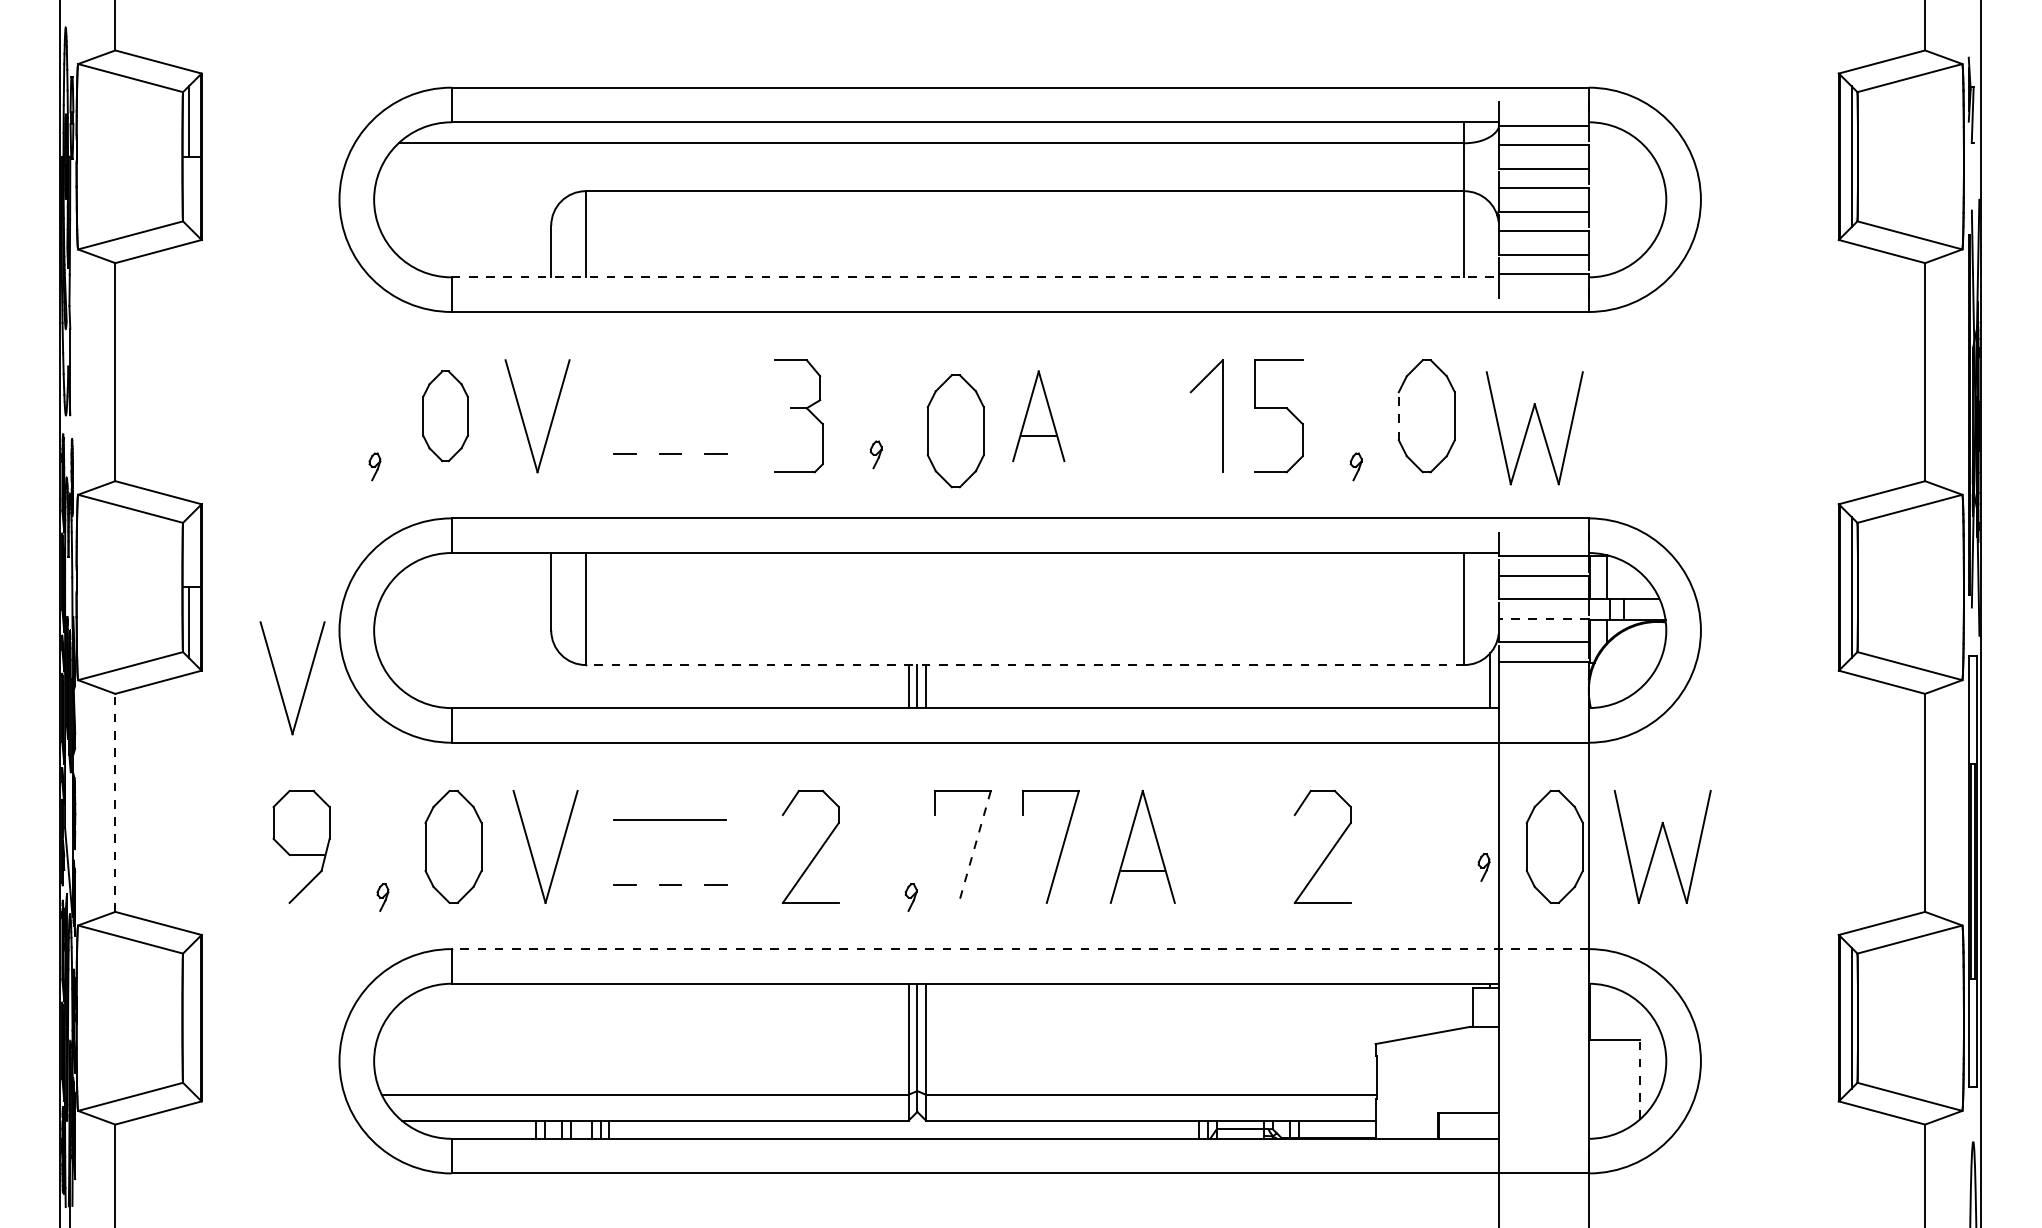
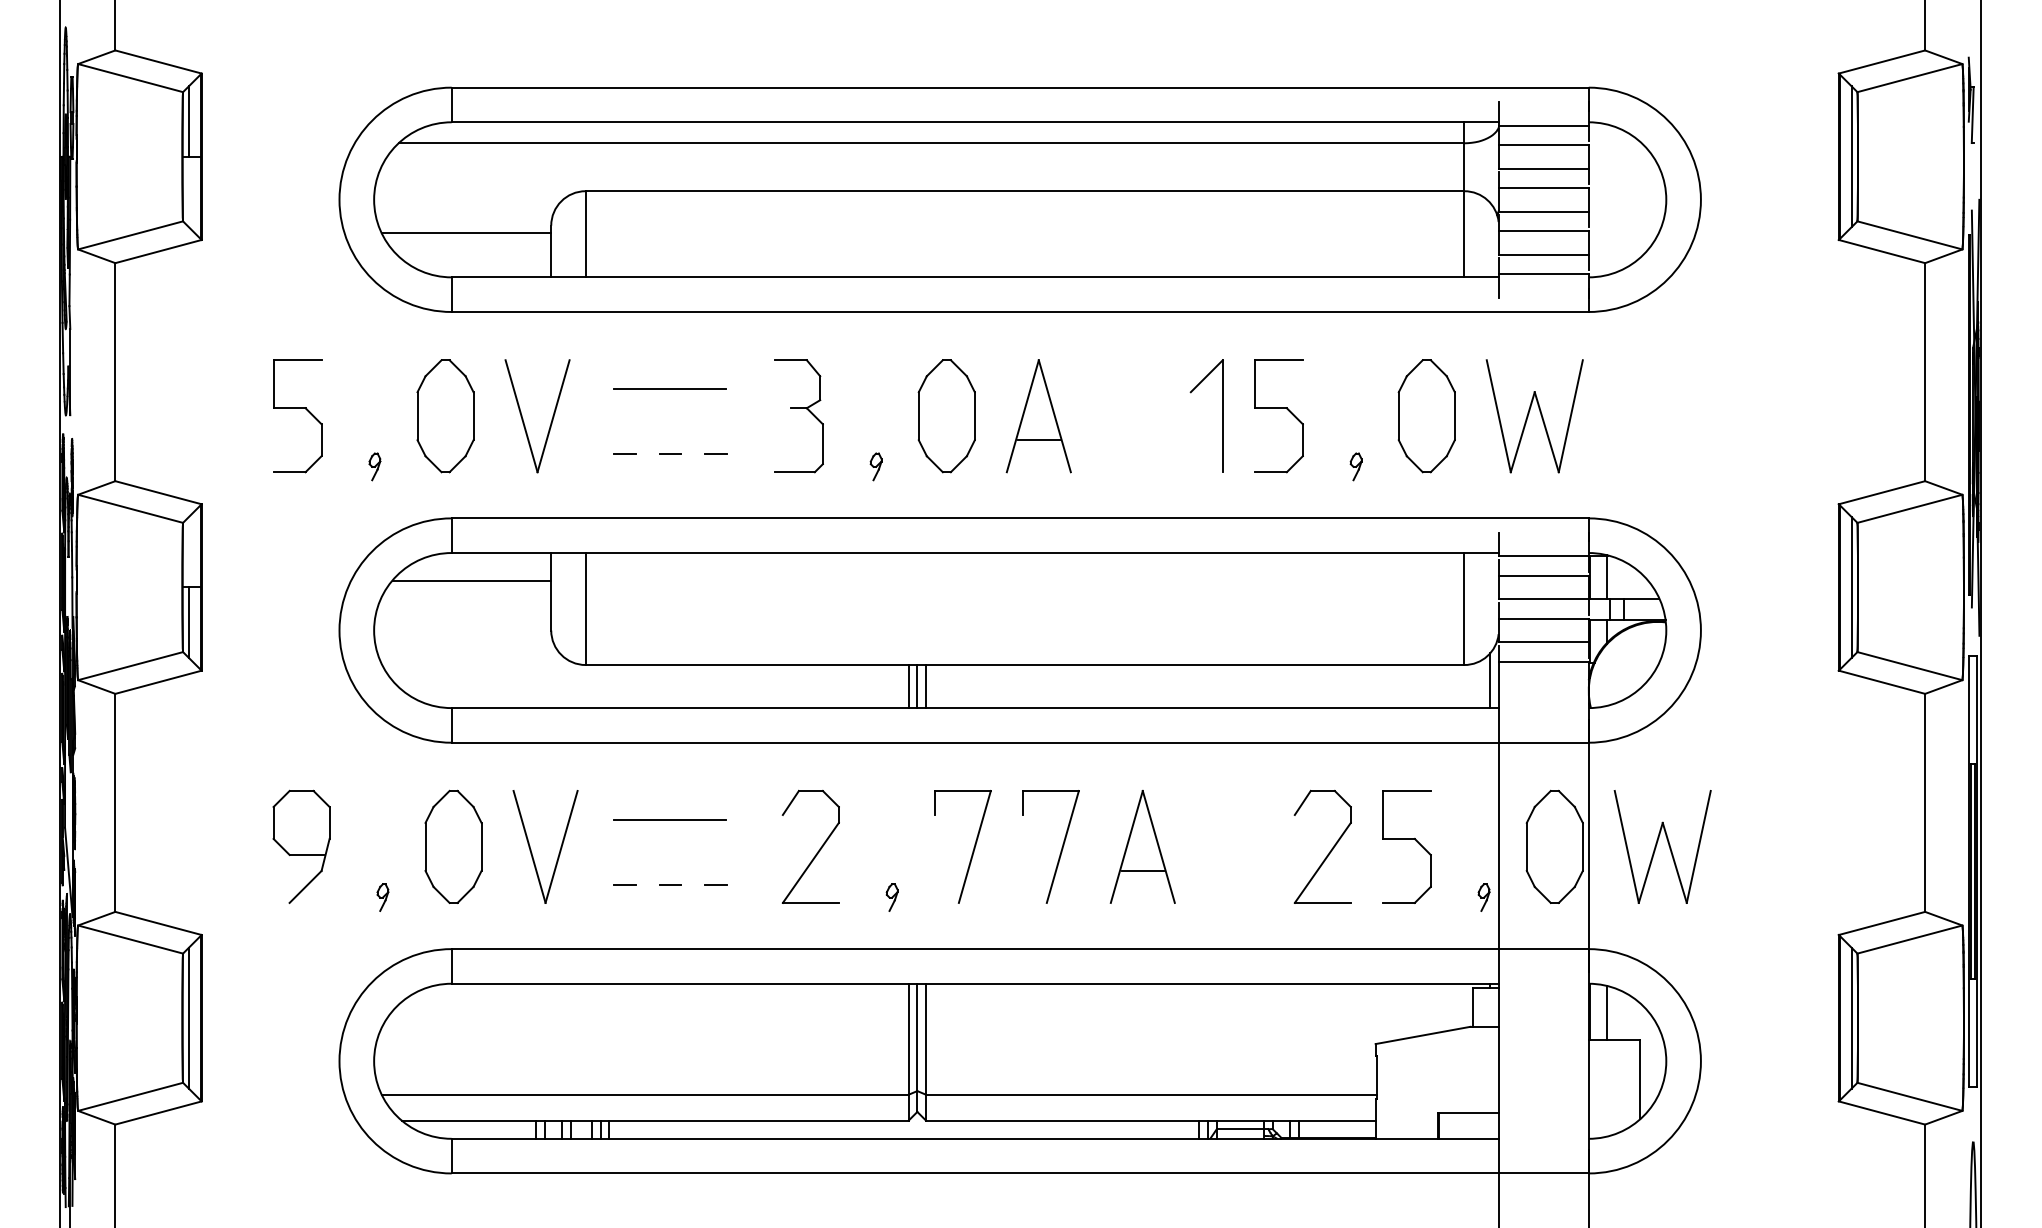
line at (466, 233): none -> present
line at (975, 277): dashed -> solid
line at (669, 388): none -> present
part at (297, 408): none -> present
line at (1398, 415): dashed -> solid
part at (445, 416) size: 47x93 px -> 59x115 px
part at (1038, 416) size: 54x93 px -> 67x115 px
part at (1534, 428) position: (1534, 428) -> (1534, 416)
part at (955, 431) position: (955, 431) -> (946, 416)
part at (875, 454) position: (875, 454) -> (875, 466)
line at (471, 580): none -> present
line at (1543, 618): dashed -> solid
line at (1024, 665): dashed -> solid
part at (278, 680): present -> none
line at (115, 802): dashed -> solid
part at (1406, 839): none -> present
line at (974, 847): dashed -> solid
part at (1483, 867) position: (1483, 867) -> (1483, 897)
part at (910, 897) position: (910, 897) -> (891, 897)
line at (1020, 949): dashed -> solid
line at (1606, 1012): none -> present
line at (188, 1017): none -> present
line at (1640, 1079): dashed -> solid
